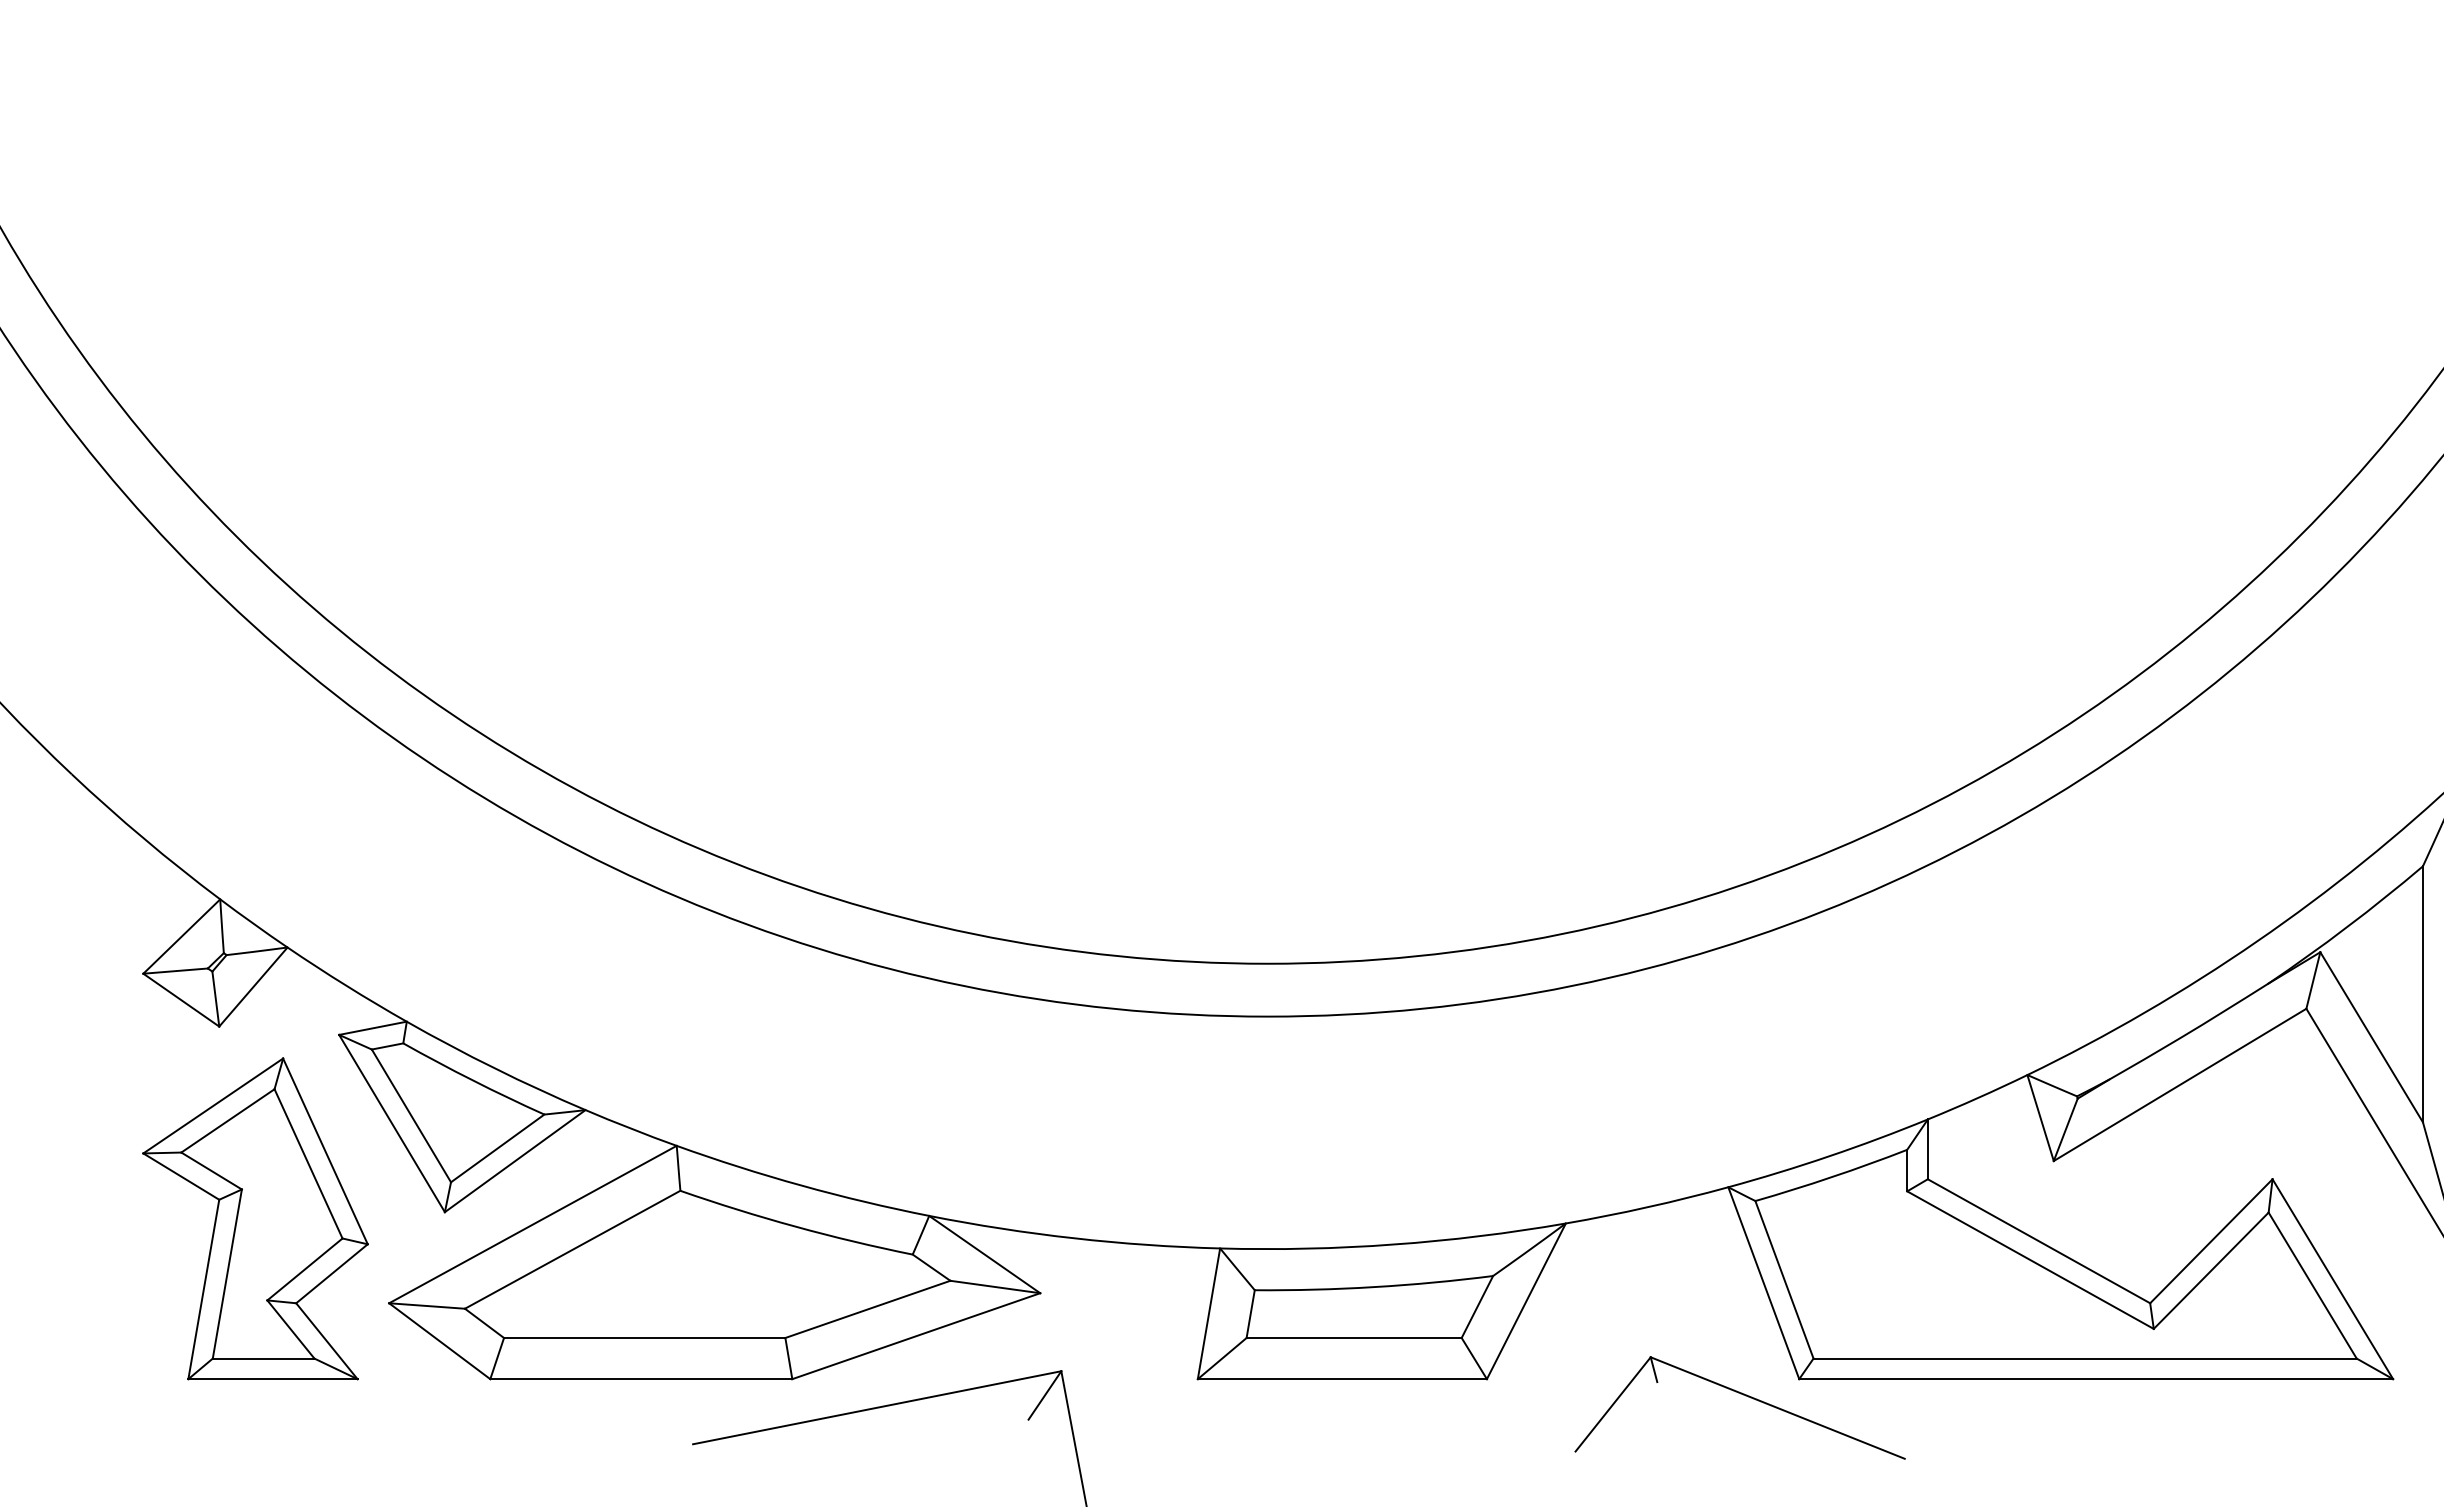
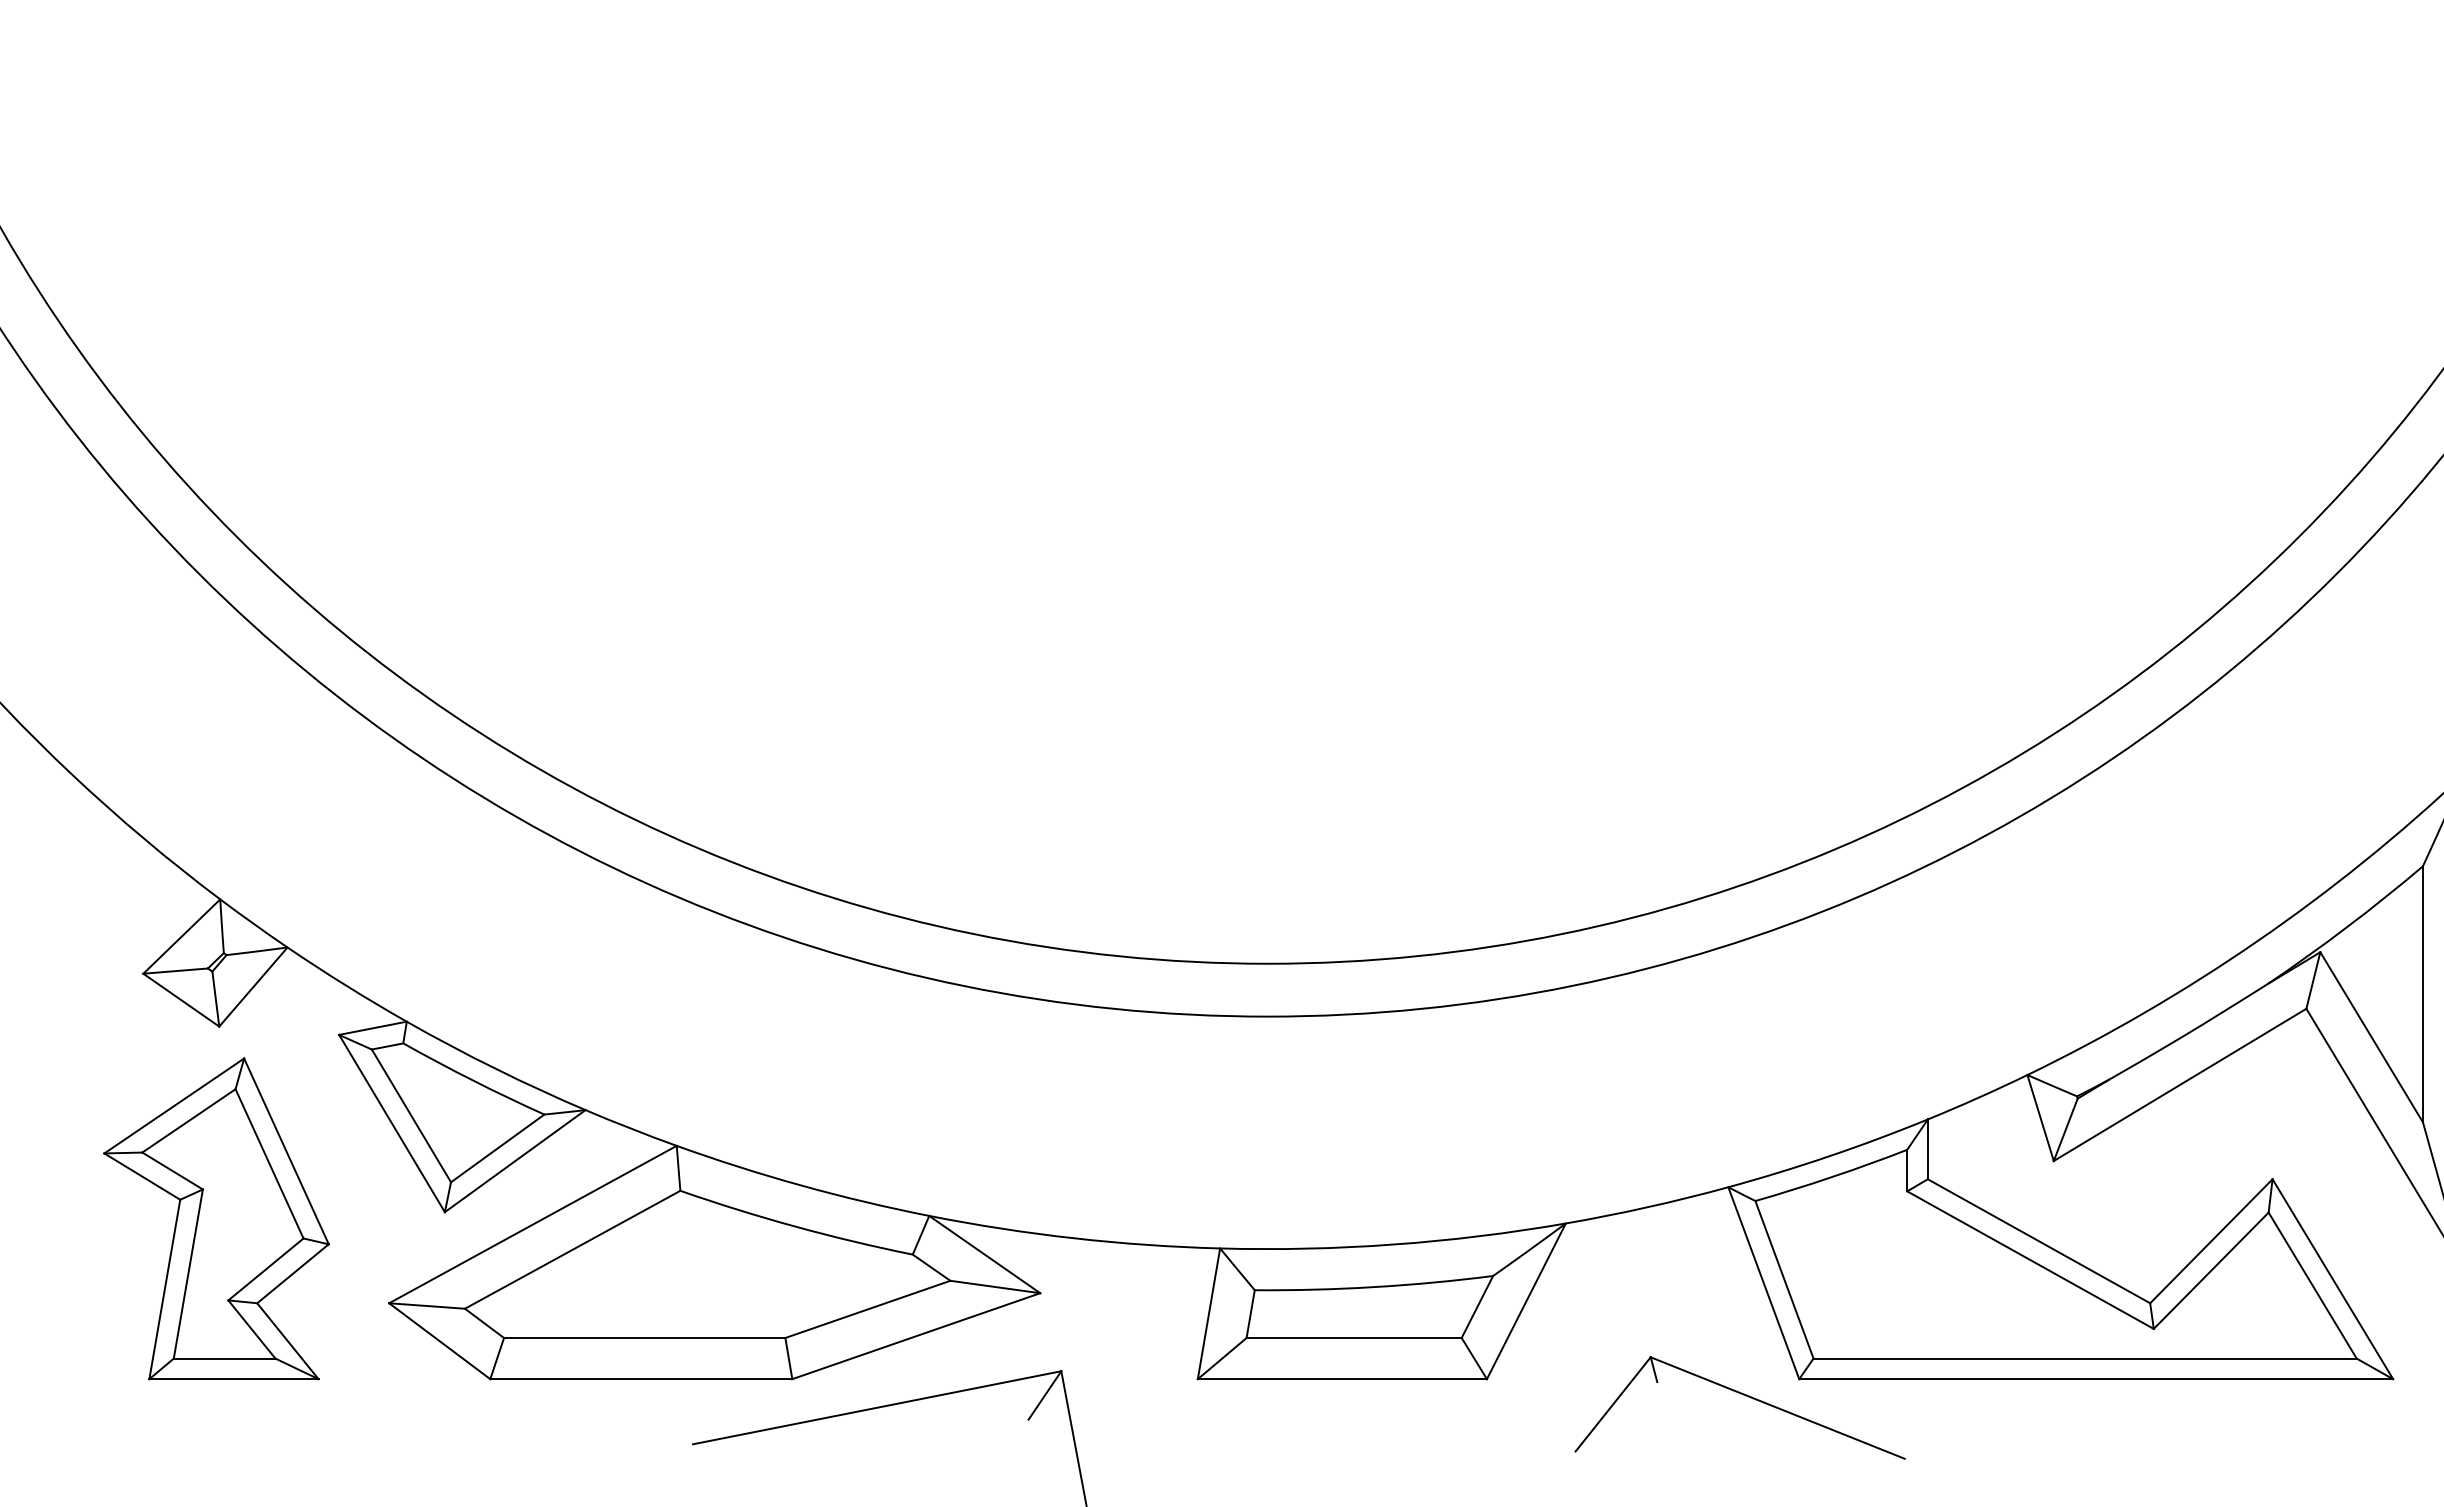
part at (255, 1218) position: (255, 1218) -> (216, 1218)
